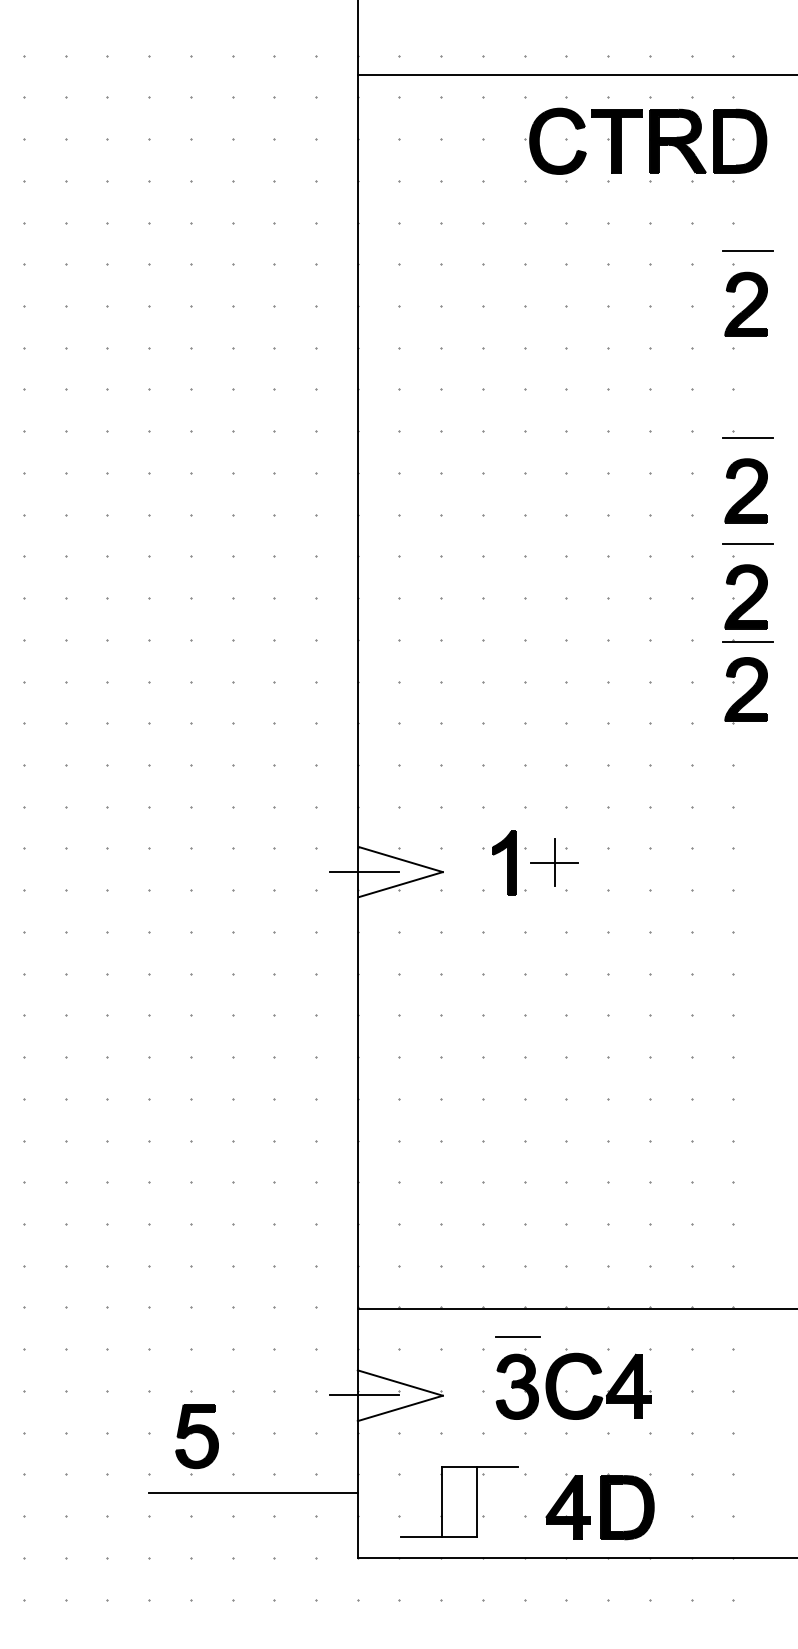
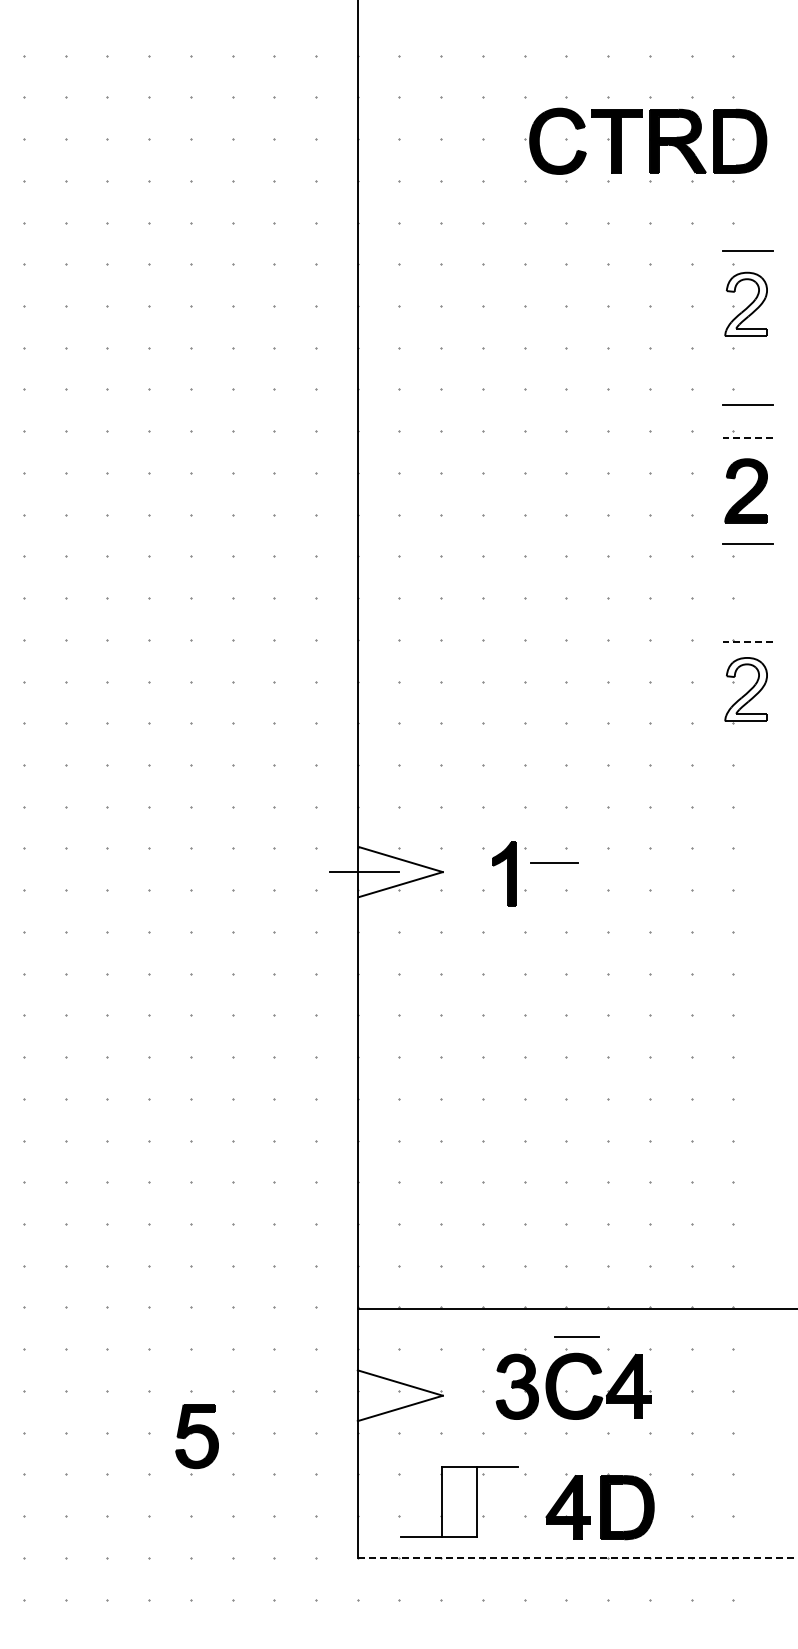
line at (575, 74): present -> none
fill at (746, 304): present -> none
line at (747, 404): none -> present
line at (747, 437): solid -> dashed
part at (745, 596): present -> none
line at (747, 642): solid -> dashed
fill at (746, 689): present -> none
part at (504, 862) position: (504, 862) -> (504, 873)
line at (554, 862): present -> none
line at (517, 1336) position: (517, 1336) -> (576, 1336)
line at (364, 1395): present -> none
line at (252, 1493): present -> none
line at (577, 1557): solid -> dashed
